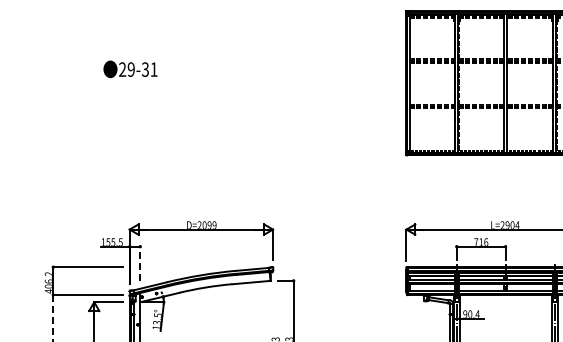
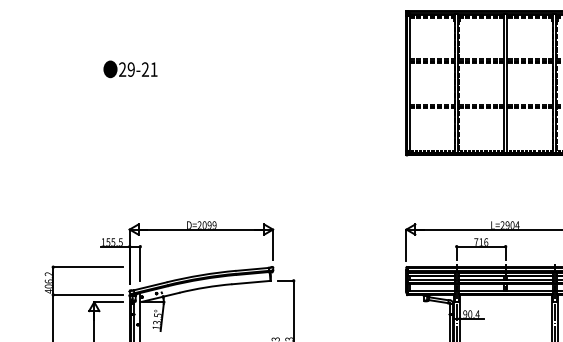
text at (144, 69): 29-31 -> 29-21
line at (140, 263): dashed -> solid
line at (53, 318): dashed -> solid
